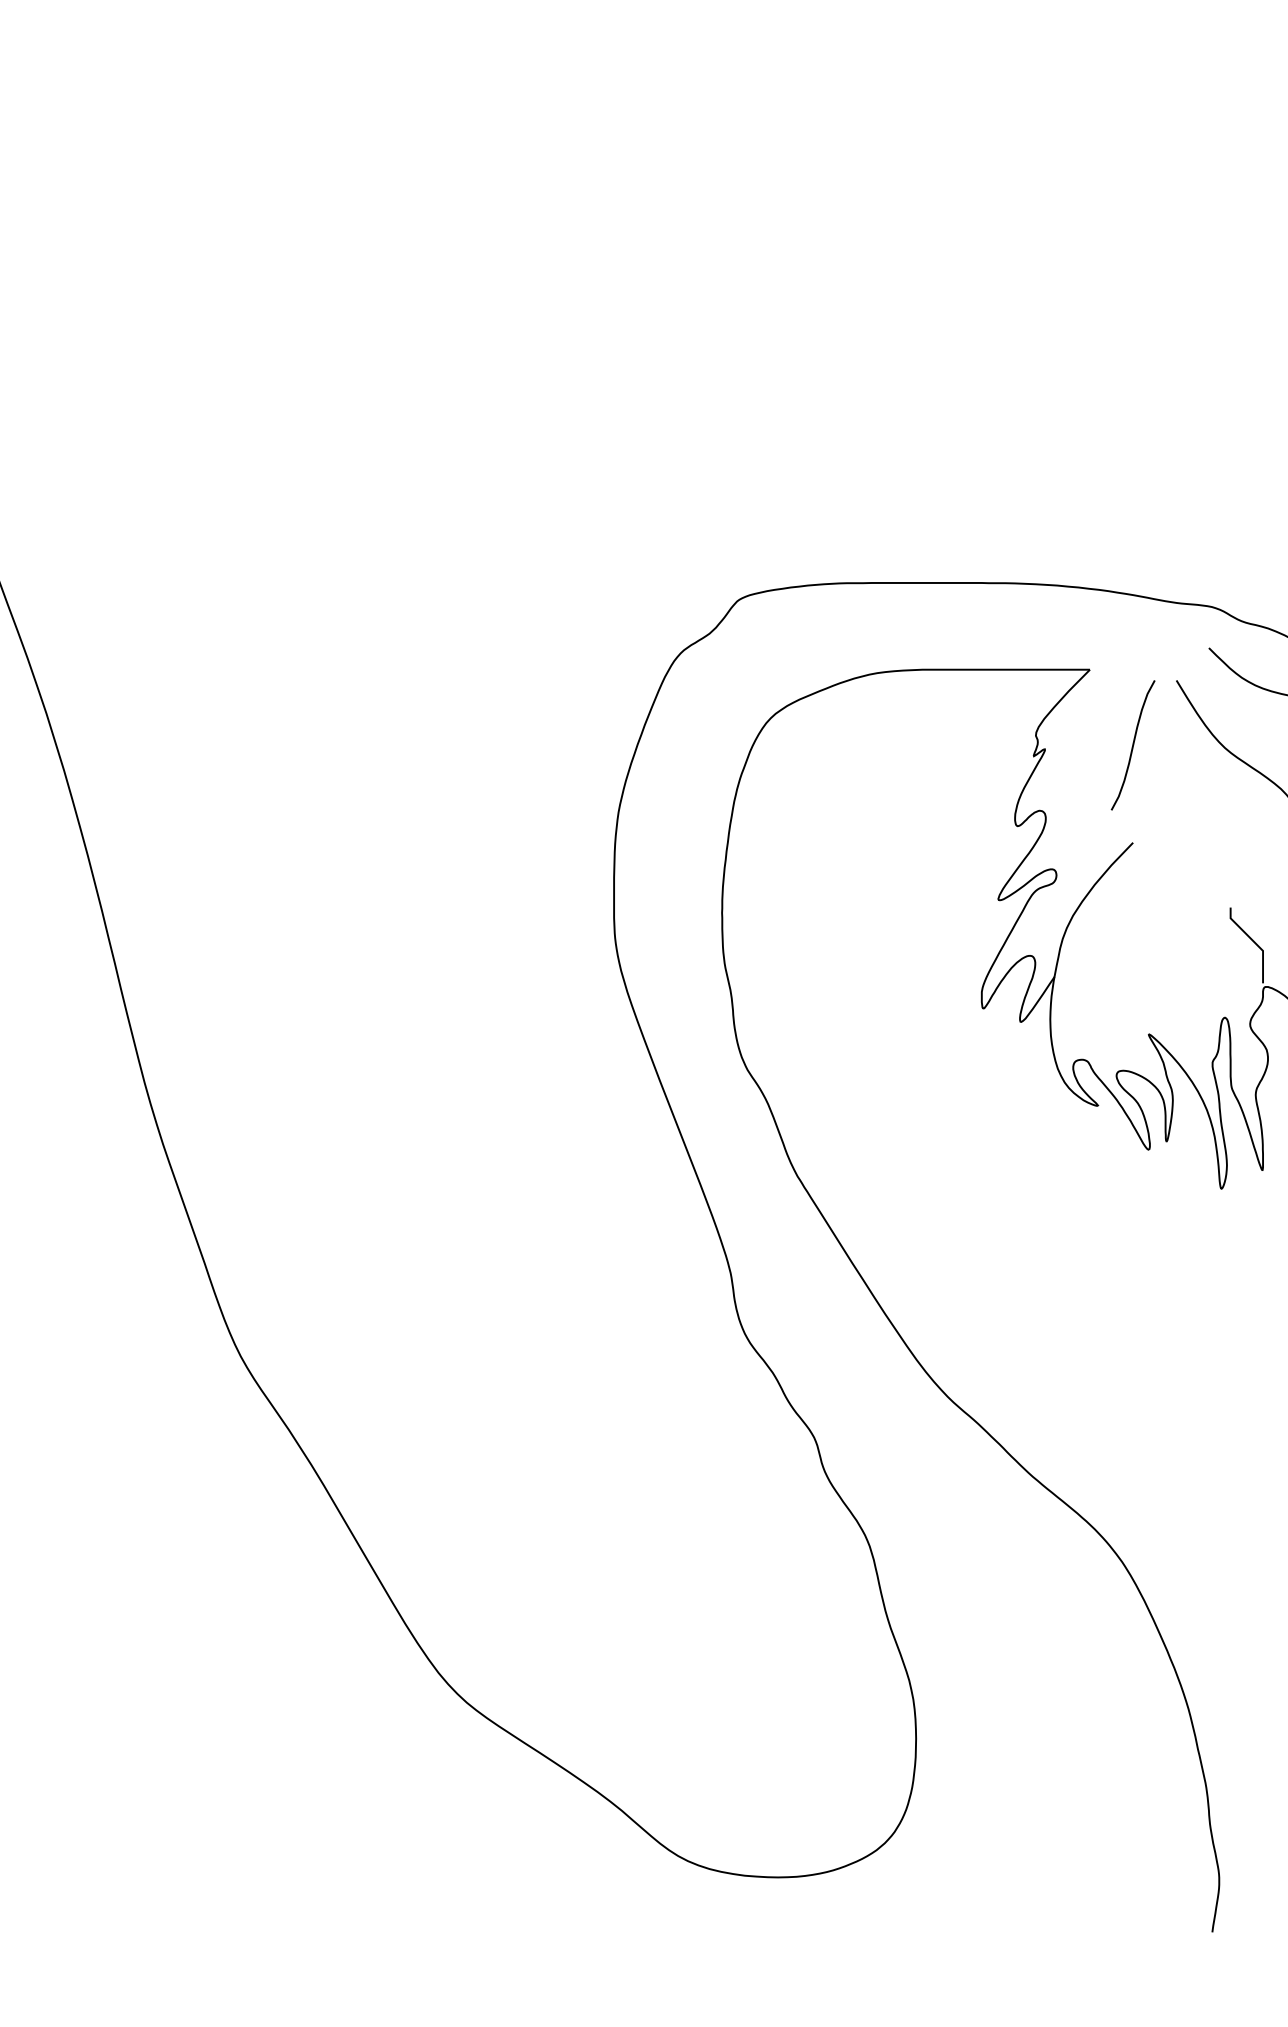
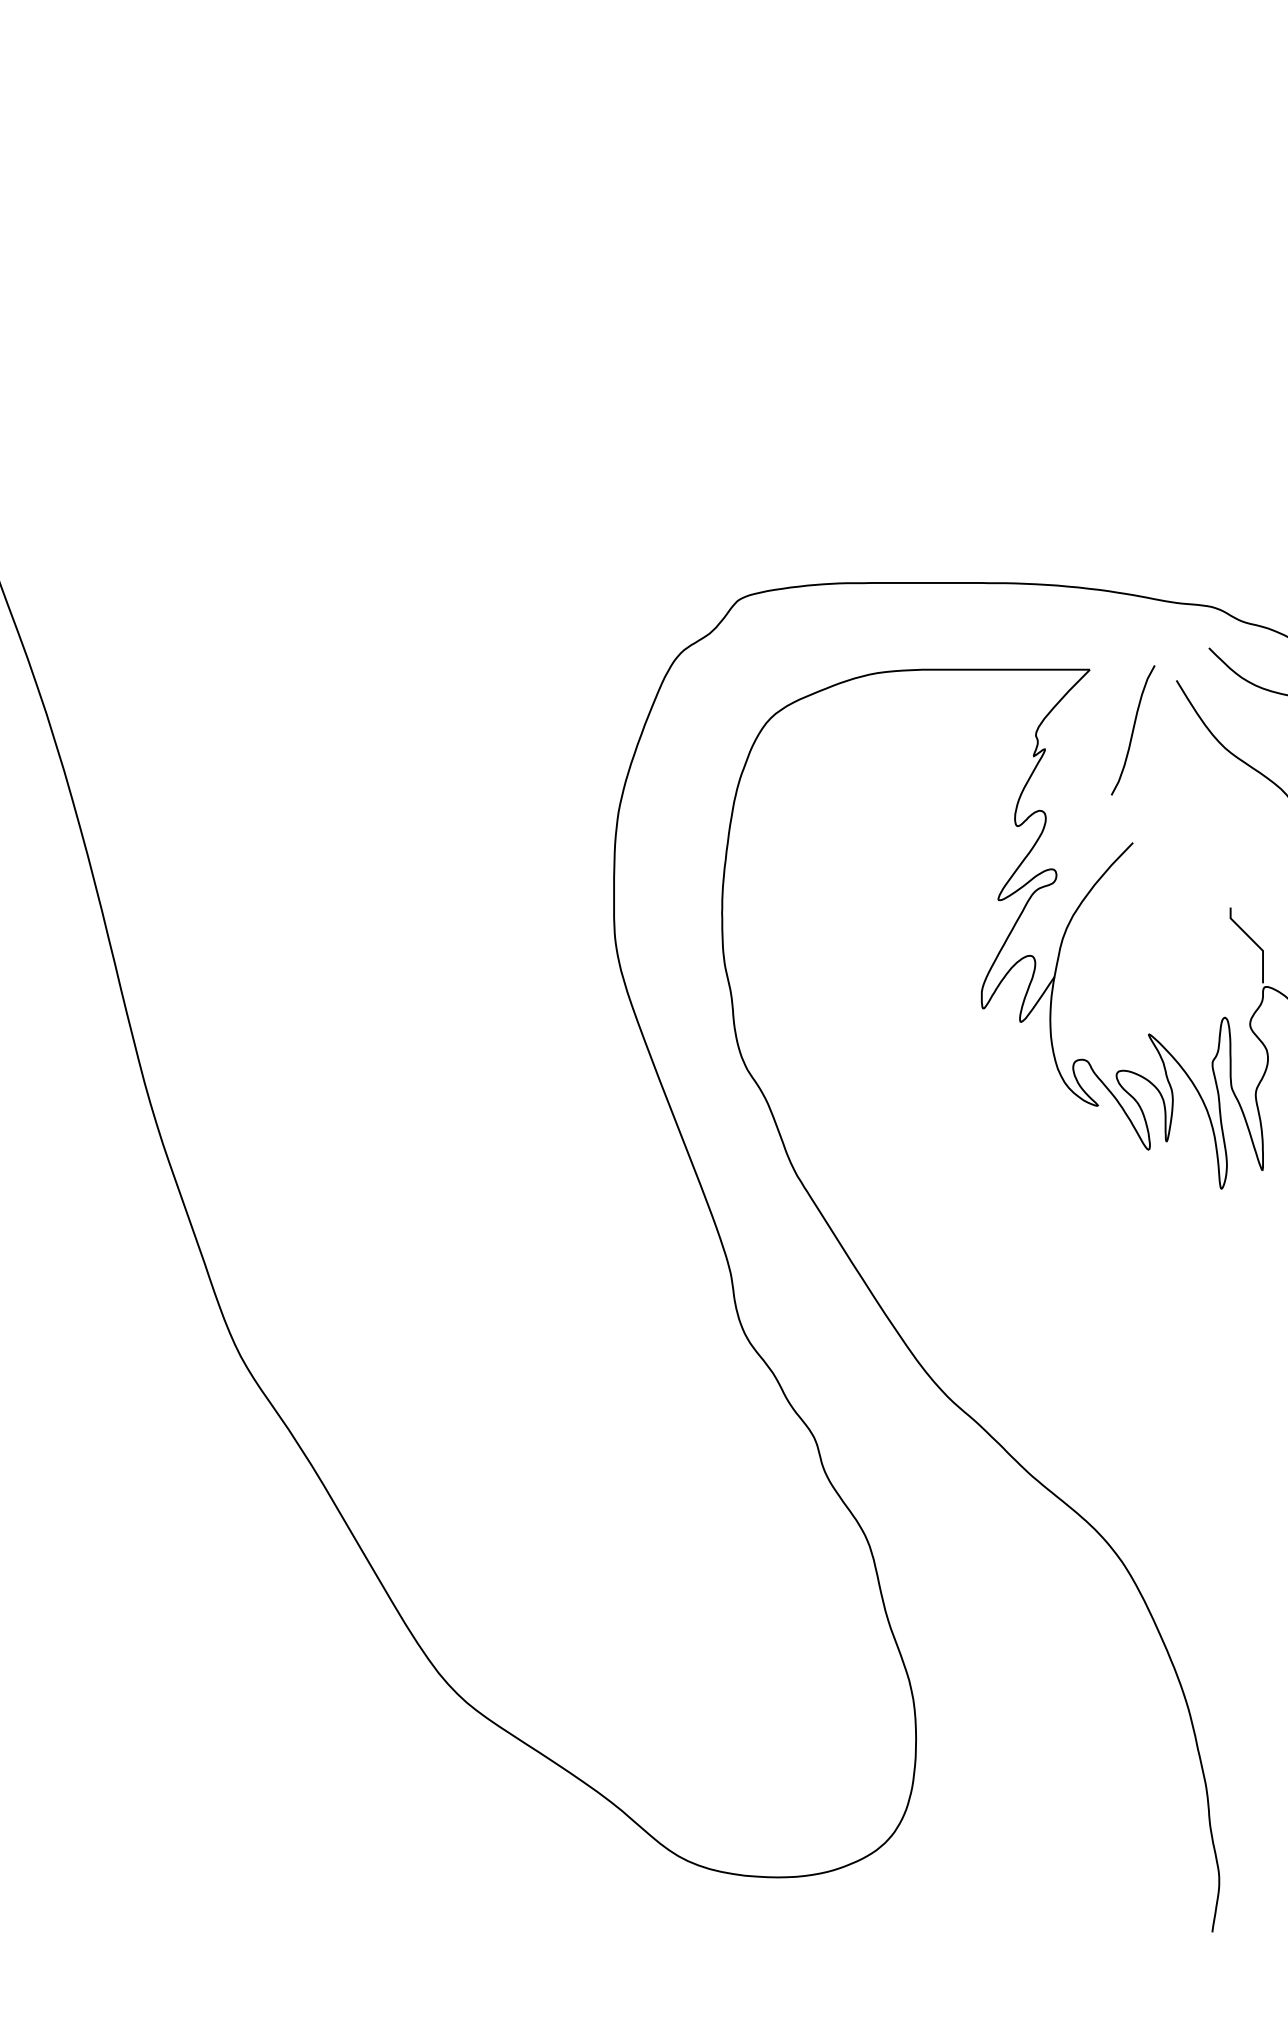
curve at (1132, 745) position: (1132, 745) -> (1132, 730)
